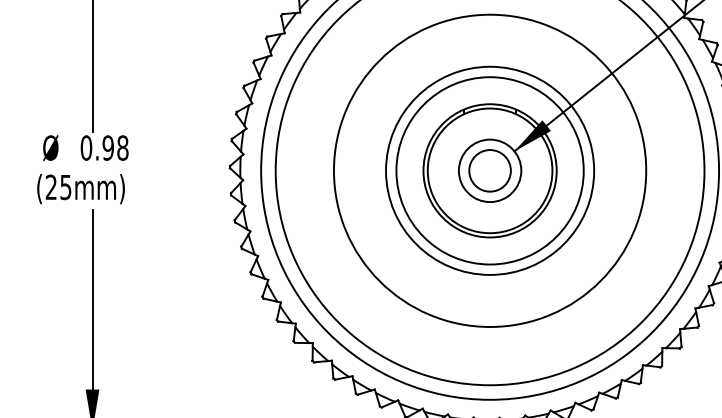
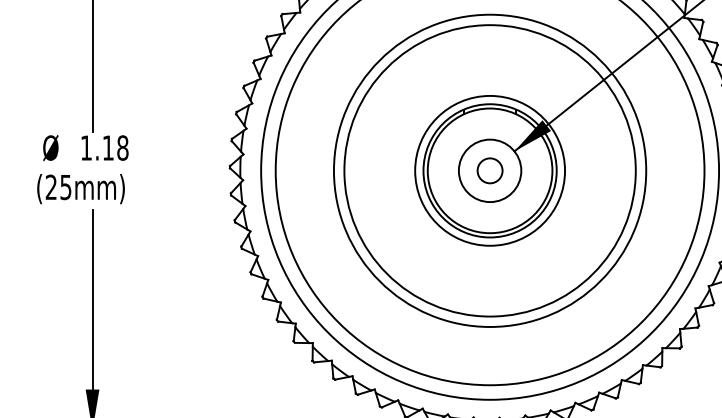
text at (96, 147): 0.98 -> 1.18
circle at (489, 170) diameter: 187 px -> 150 px
circle at (489, 170) diameter: 42 px -> 25 px
circle at (490, 170) diameter: 208 px -> 291 px
